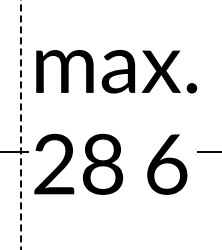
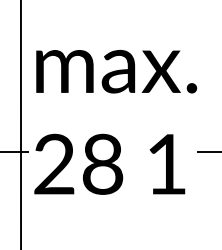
line at (21, 124): dashed -> solid
text at (167, 164): 6 -> 1
